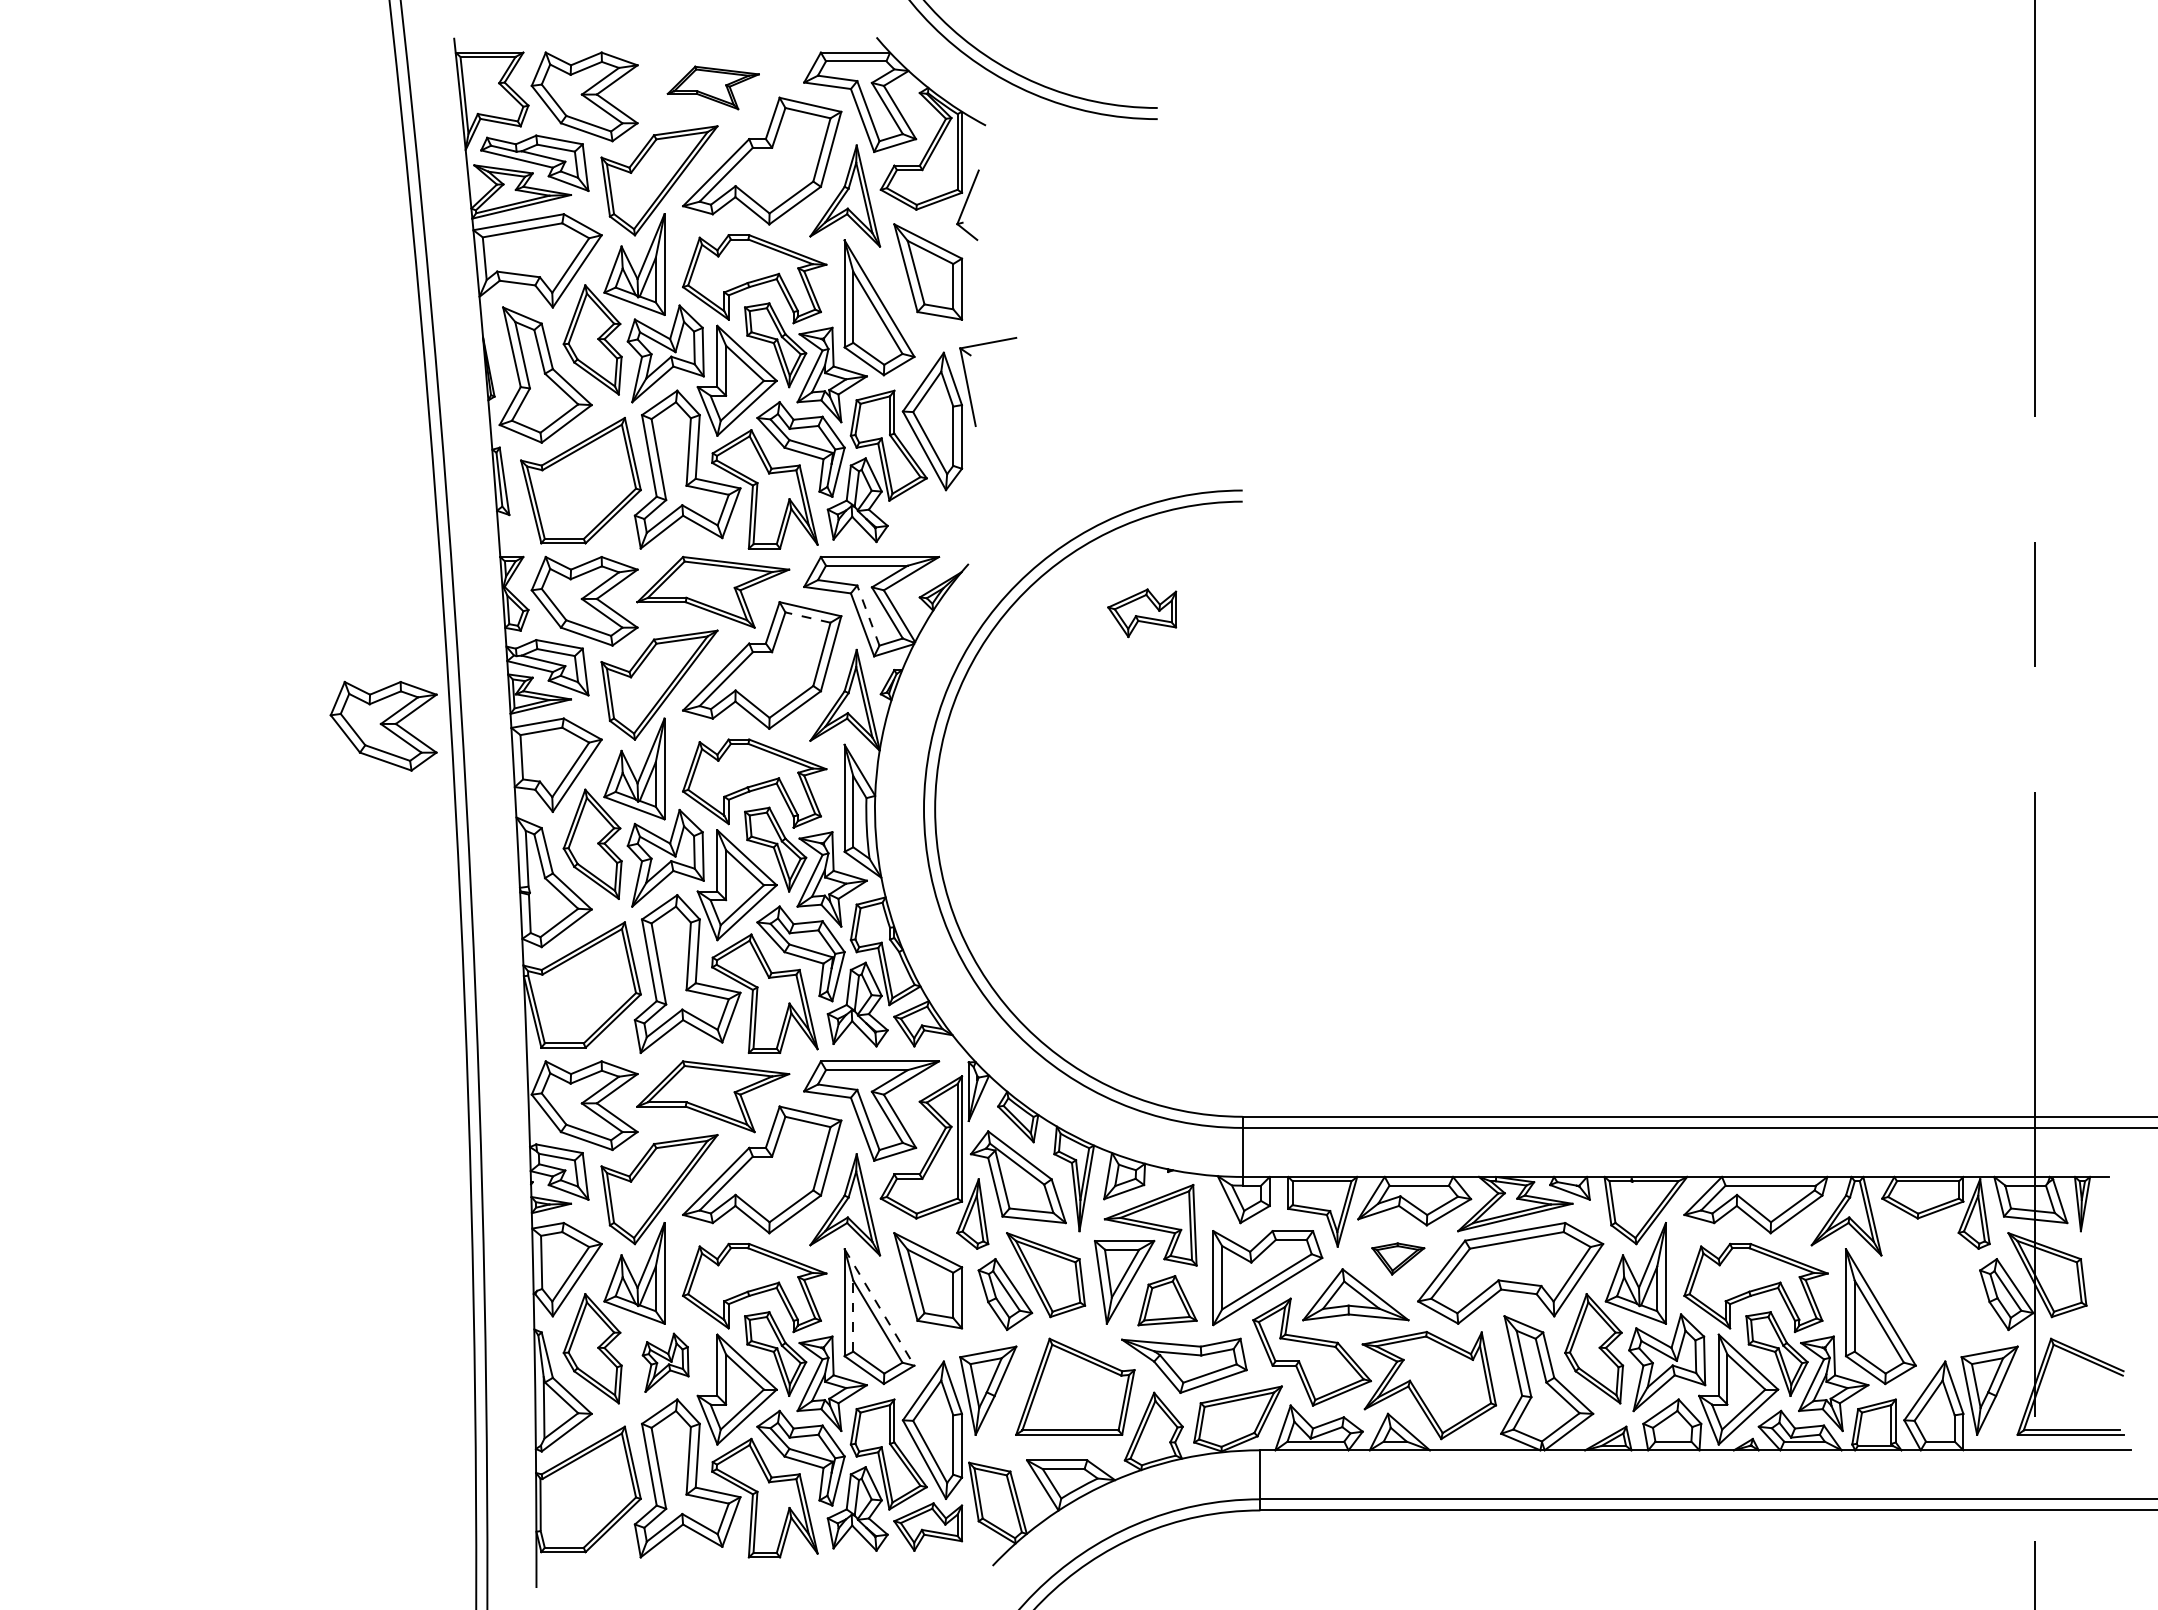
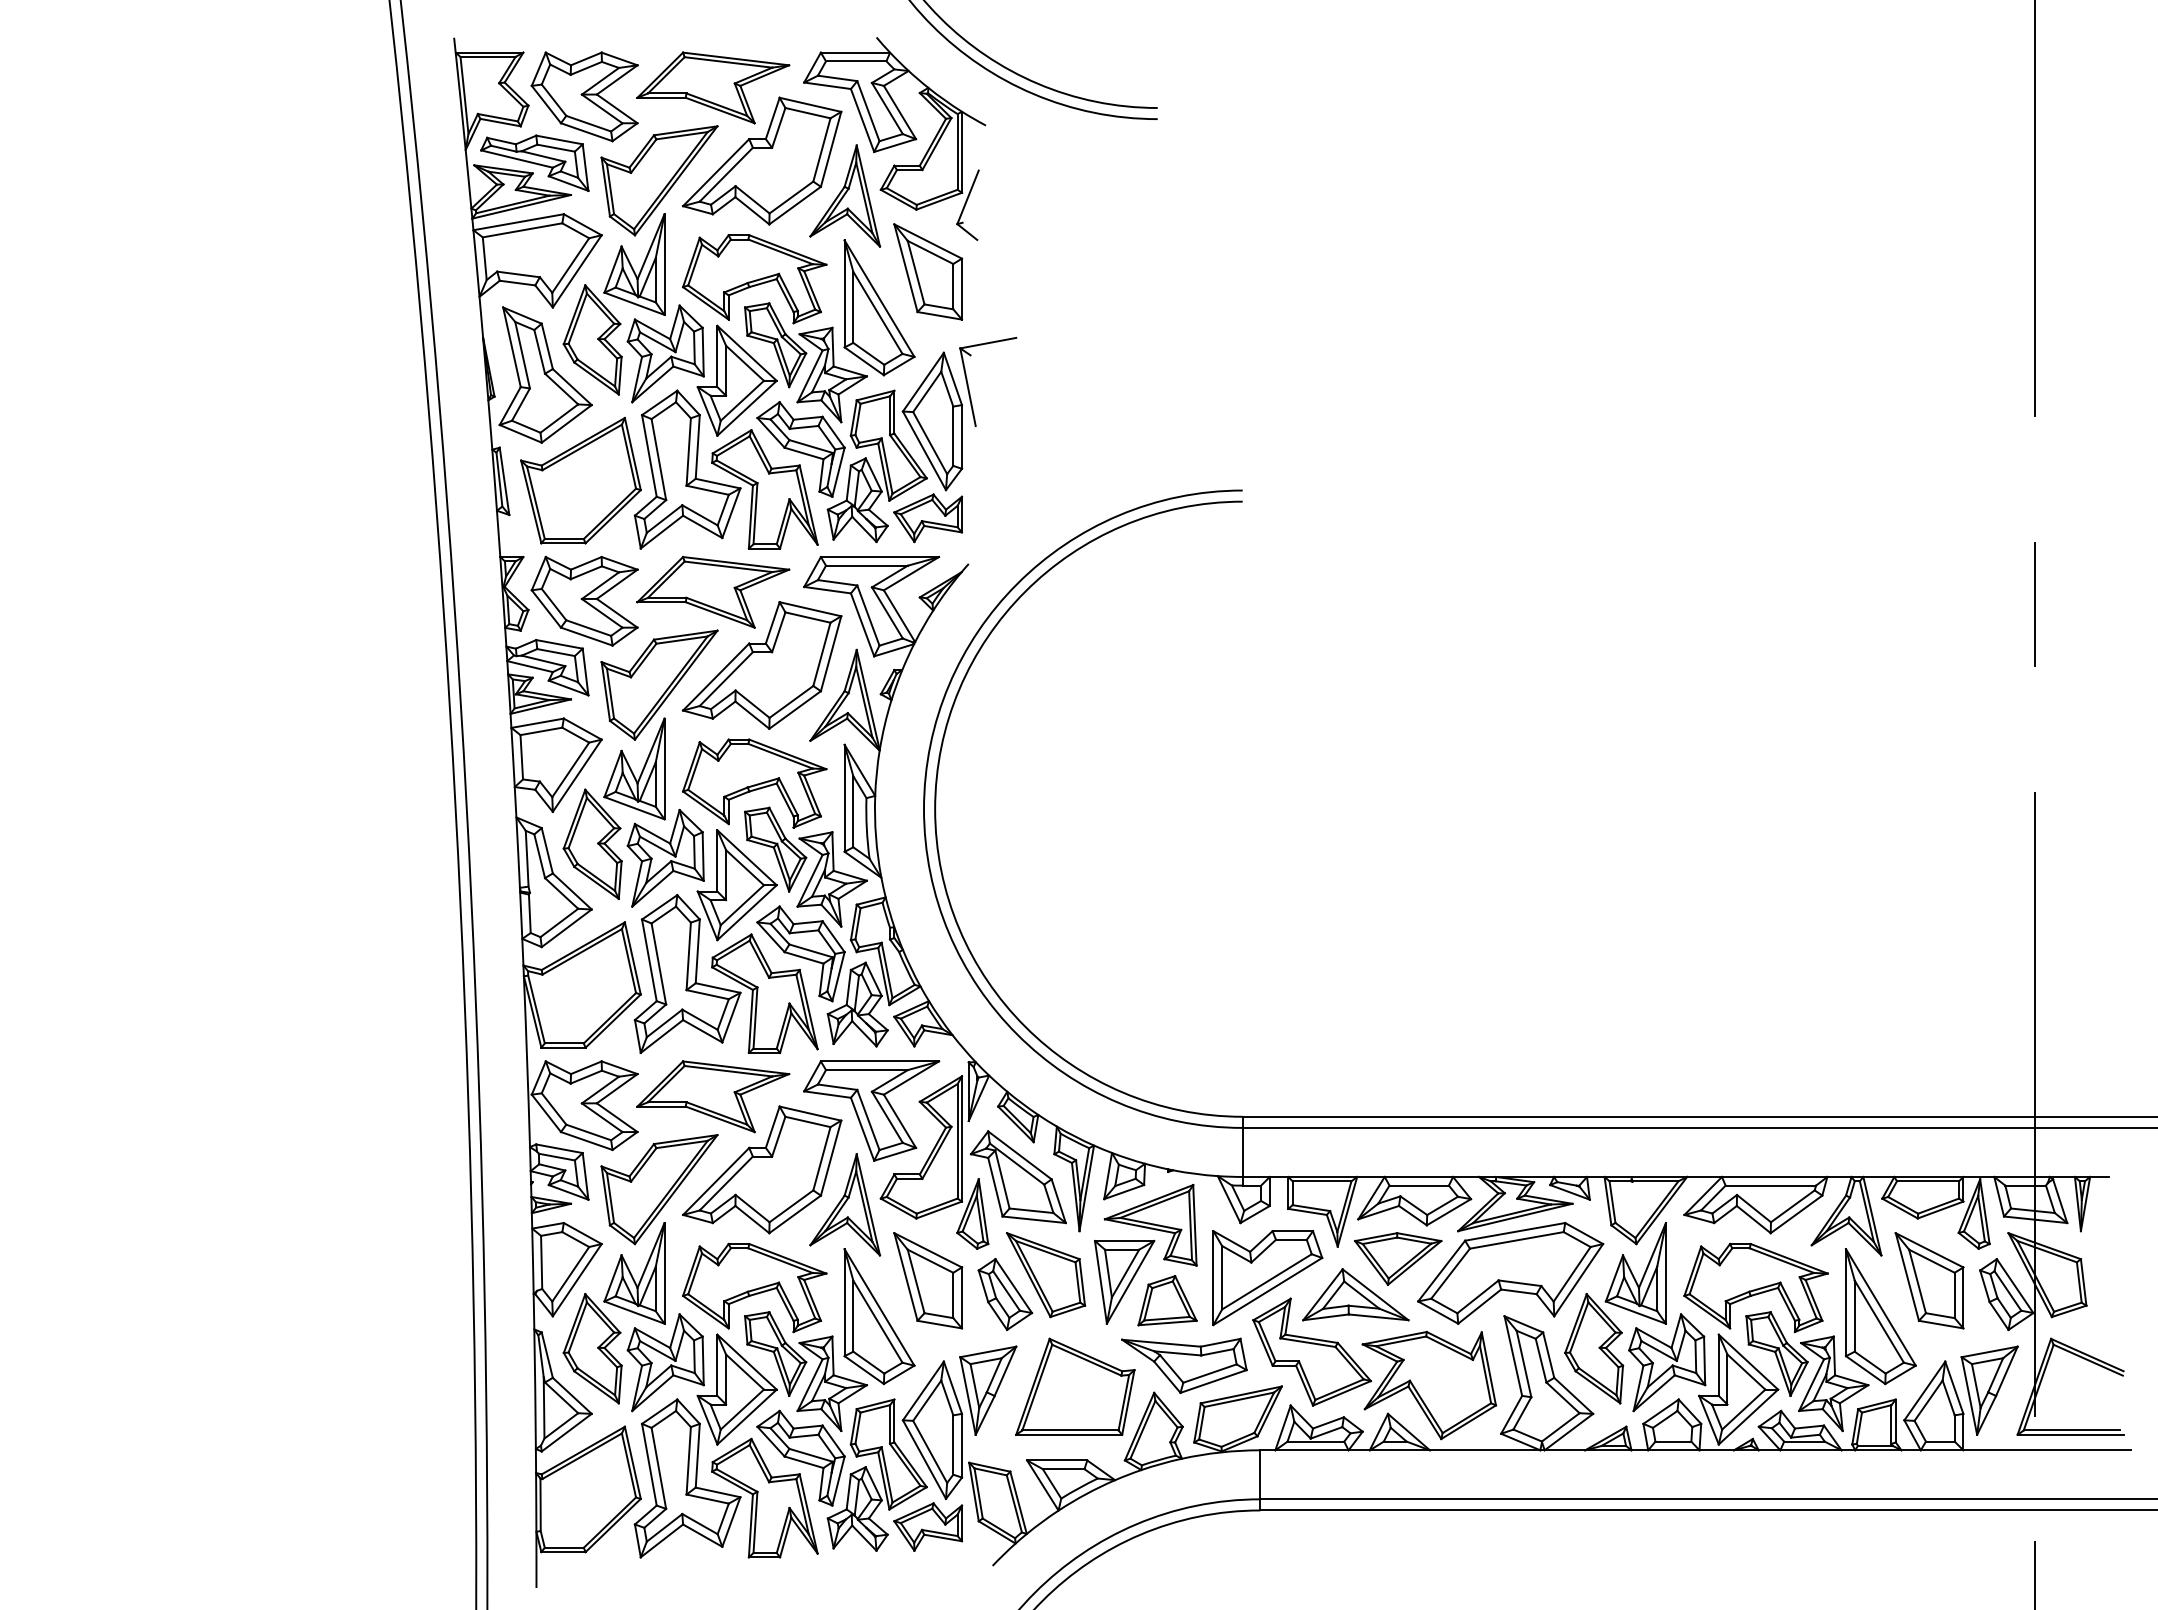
part at (712, 87) size: 94x46 px -> 155x74 px
part at (1142, 613) position: (1142, 613) -> (928, 518)
line at (868, 615): dashed -> solid
line at (807, 617): dashed -> solid
part at (383, 725): present -> none
part at (1398, 1258) size: 55x34 px -> 89x54 px
part at (1929, 1280): none -> present
line at (879, 1307): dashed -> solid
line at (853, 1316): dashed -> solid
part at (665, 1362) size: 49x61 px -> 79x100 px
